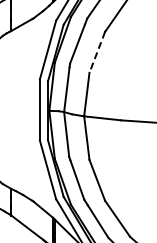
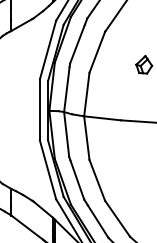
line at (97, 52): dashed -> solid
part at (144, 64): none -> present
